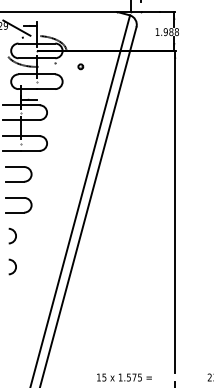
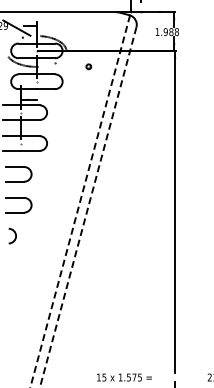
part at (80, 66) position: (80, 66) -> (88, 66)
line at (80, 201): solid -> dashed
line at (88, 207): solid -> dashed
arc at (14, 264): present -> none
